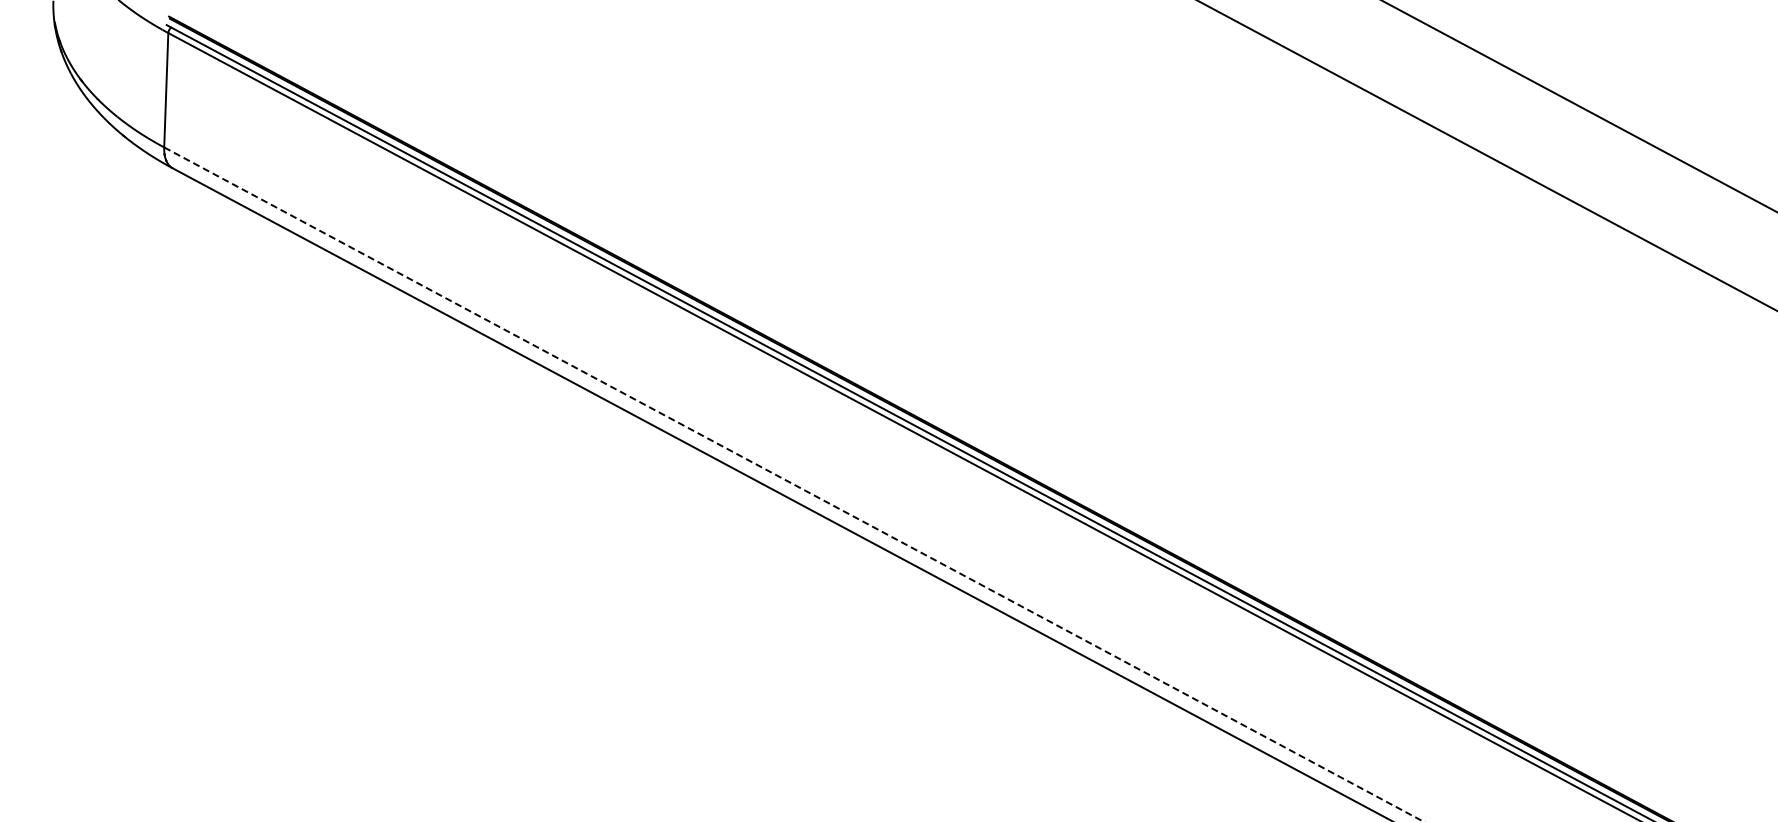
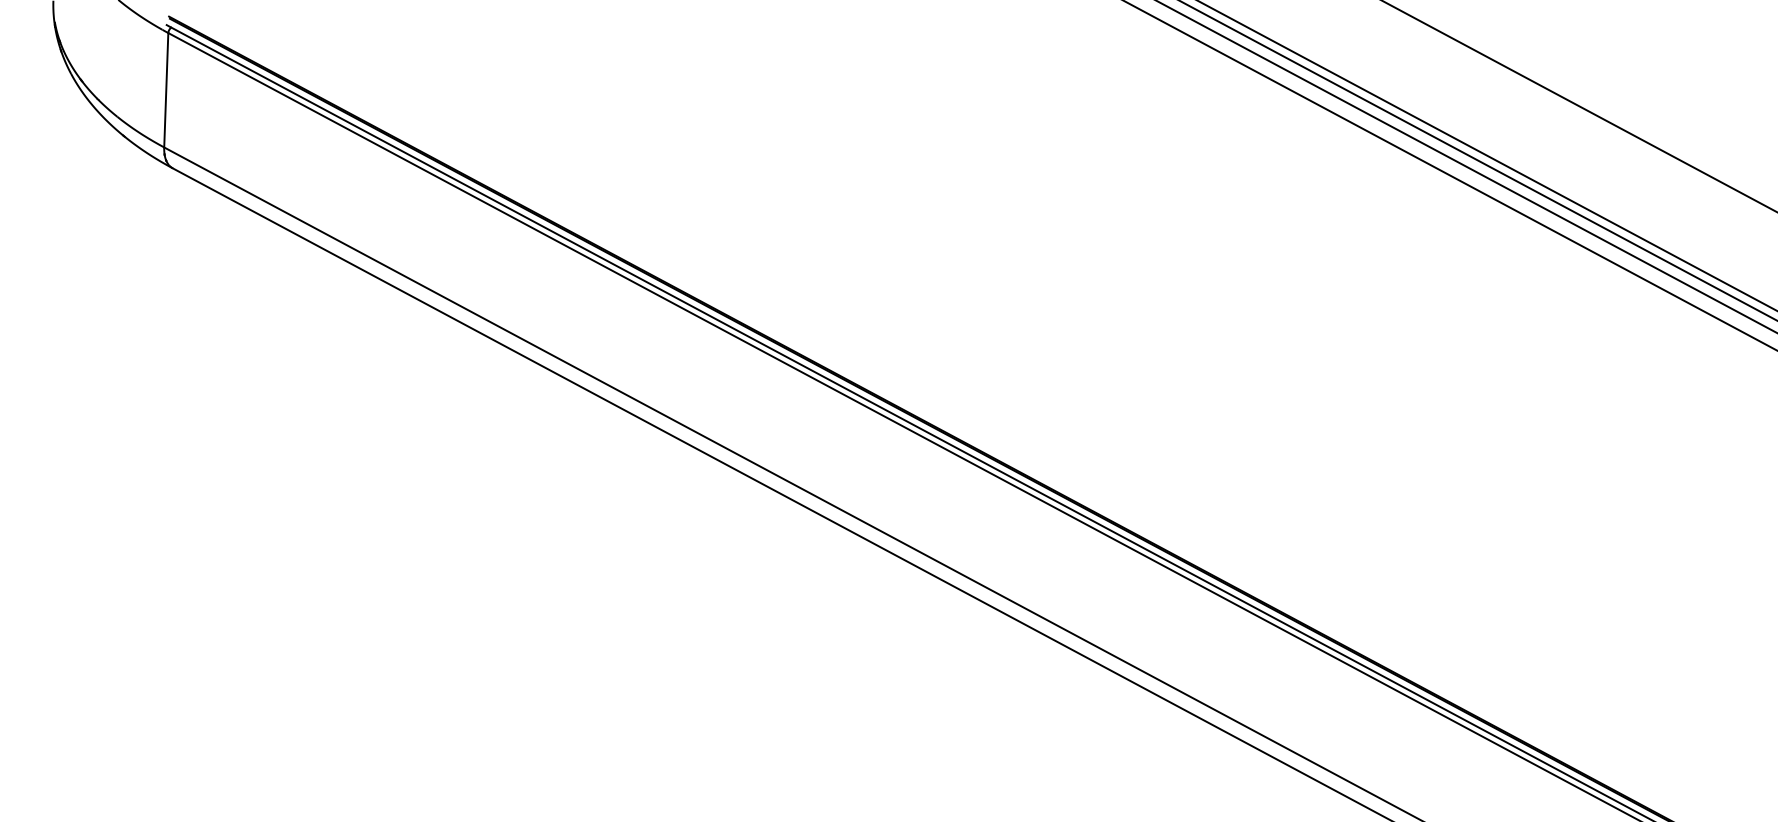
line at (1478, 160): none -> present
line at (1466, 166): none -> present
line at (1450, 175): none -> present
line at (794, 484): dashed -> solid
